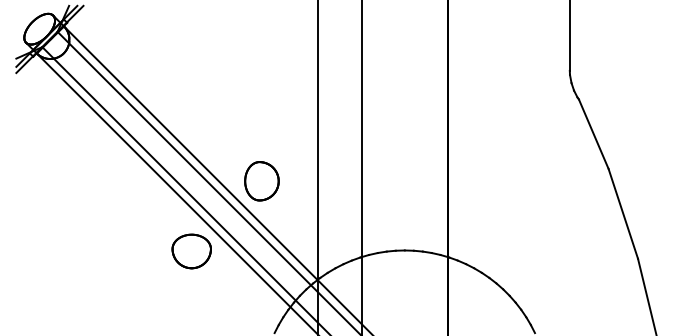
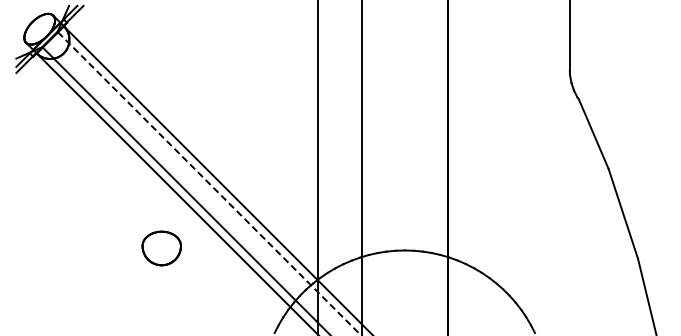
part at (261, 181): present -> none
line at (209, 183): solid -> dashed
part at (191, 251) position: (191, 251) -> (161, 248)
